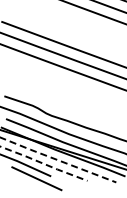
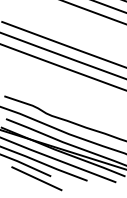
line at (57, 160): dashed -> solid
line at (44, 164): dashed -> solid
